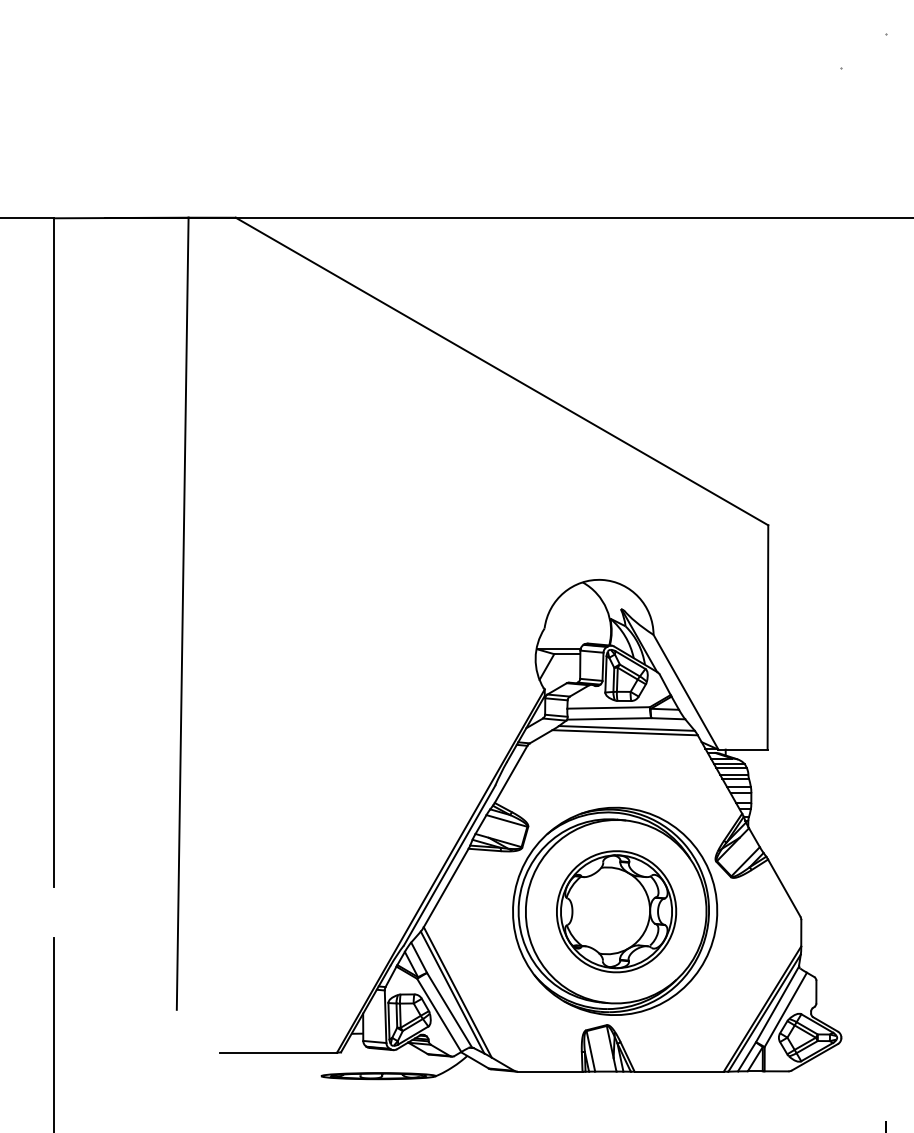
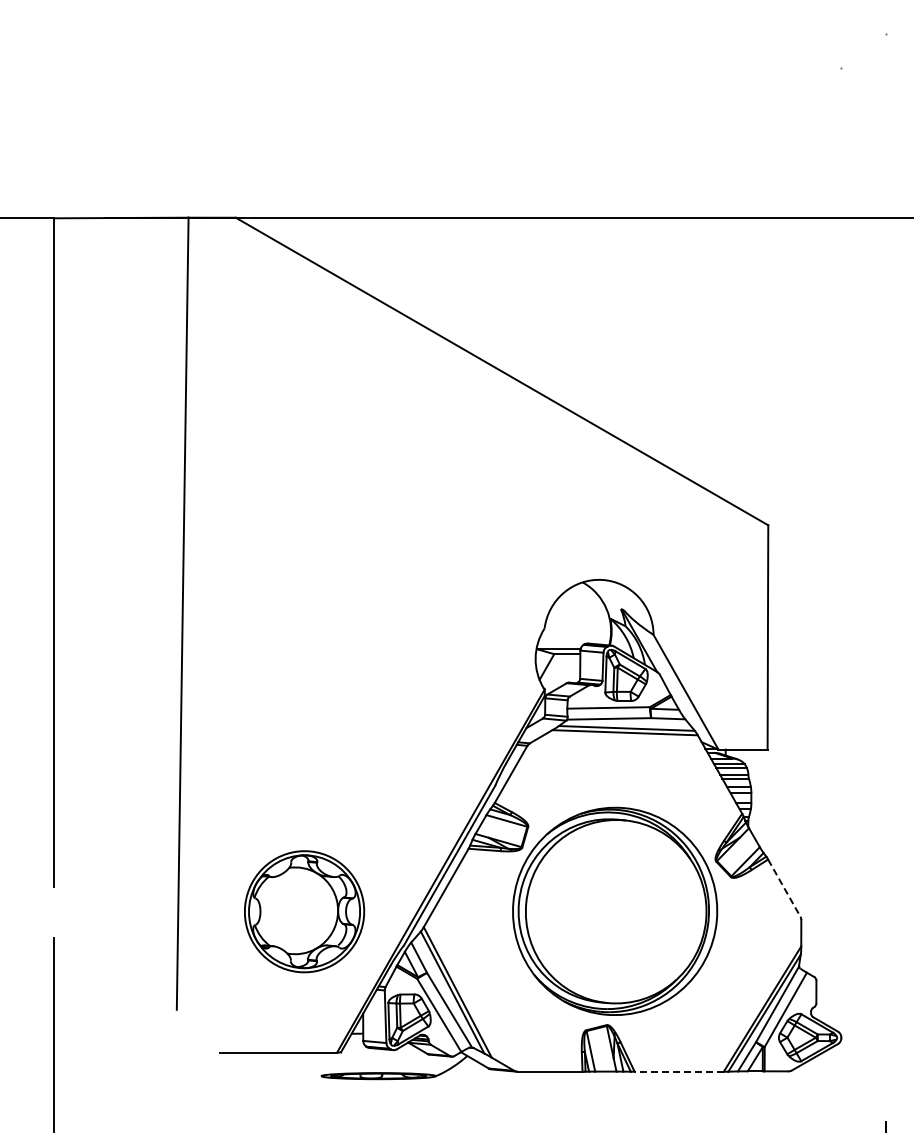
line at (784, 888): solid -> dashed
part at (616, 911) position: (616, 911) -> (304, 911)
line at (679, 1071): solid -> dashed
